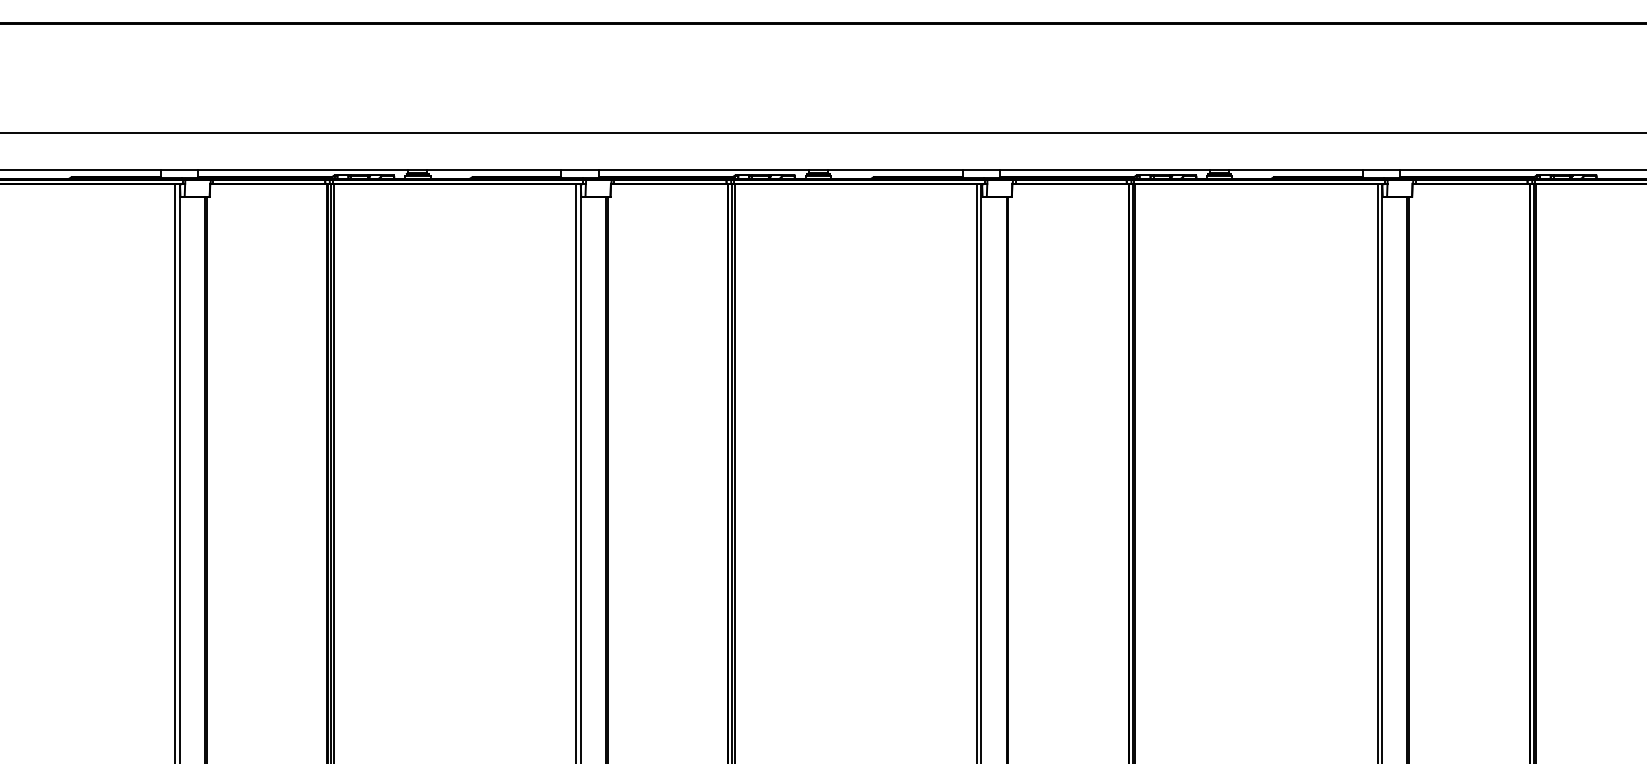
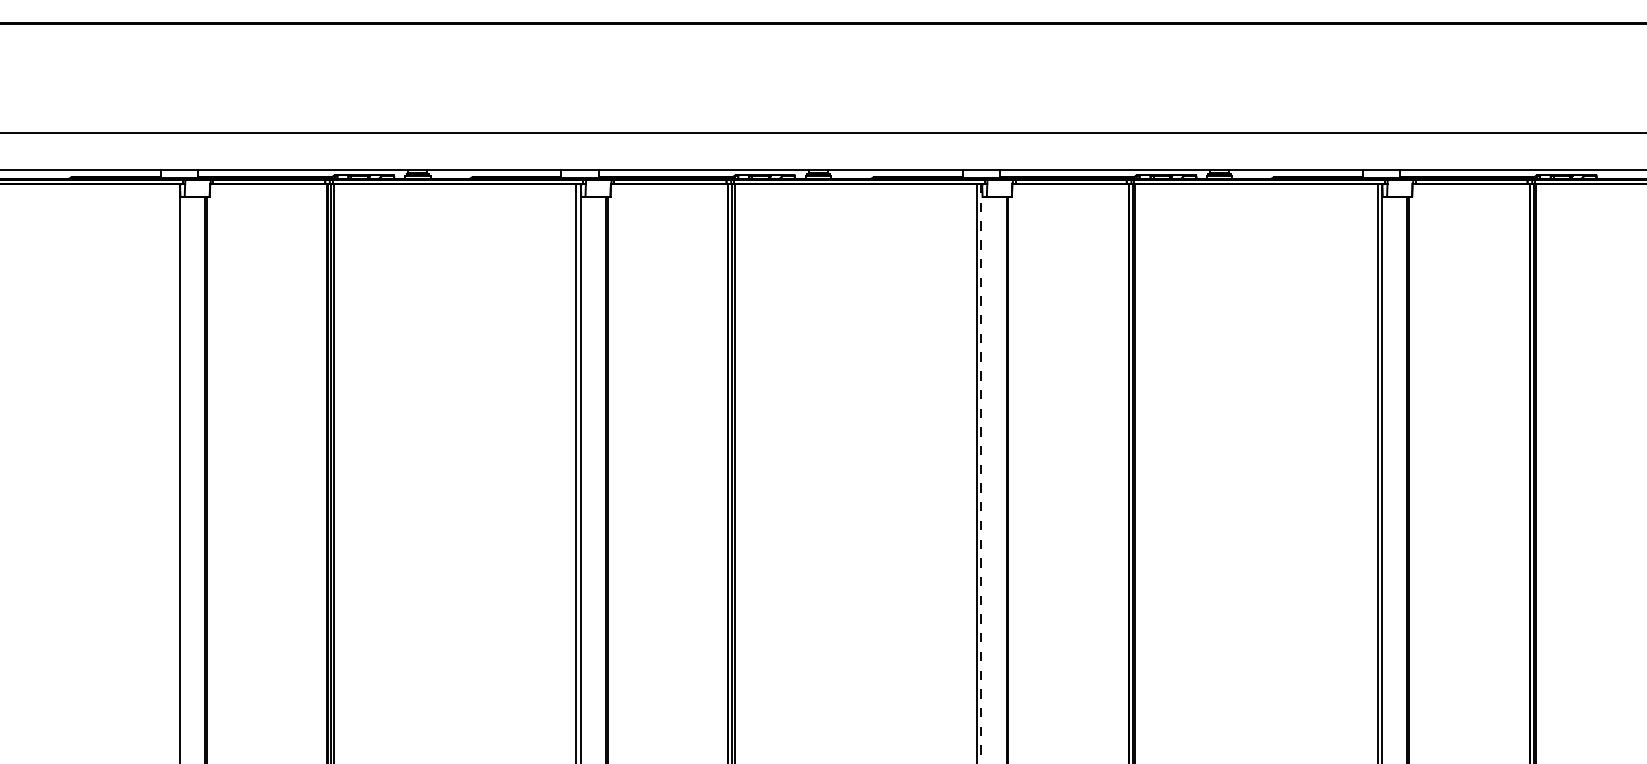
line at (175, 472): present -> none
line at (981, 474): solid -> dashed
